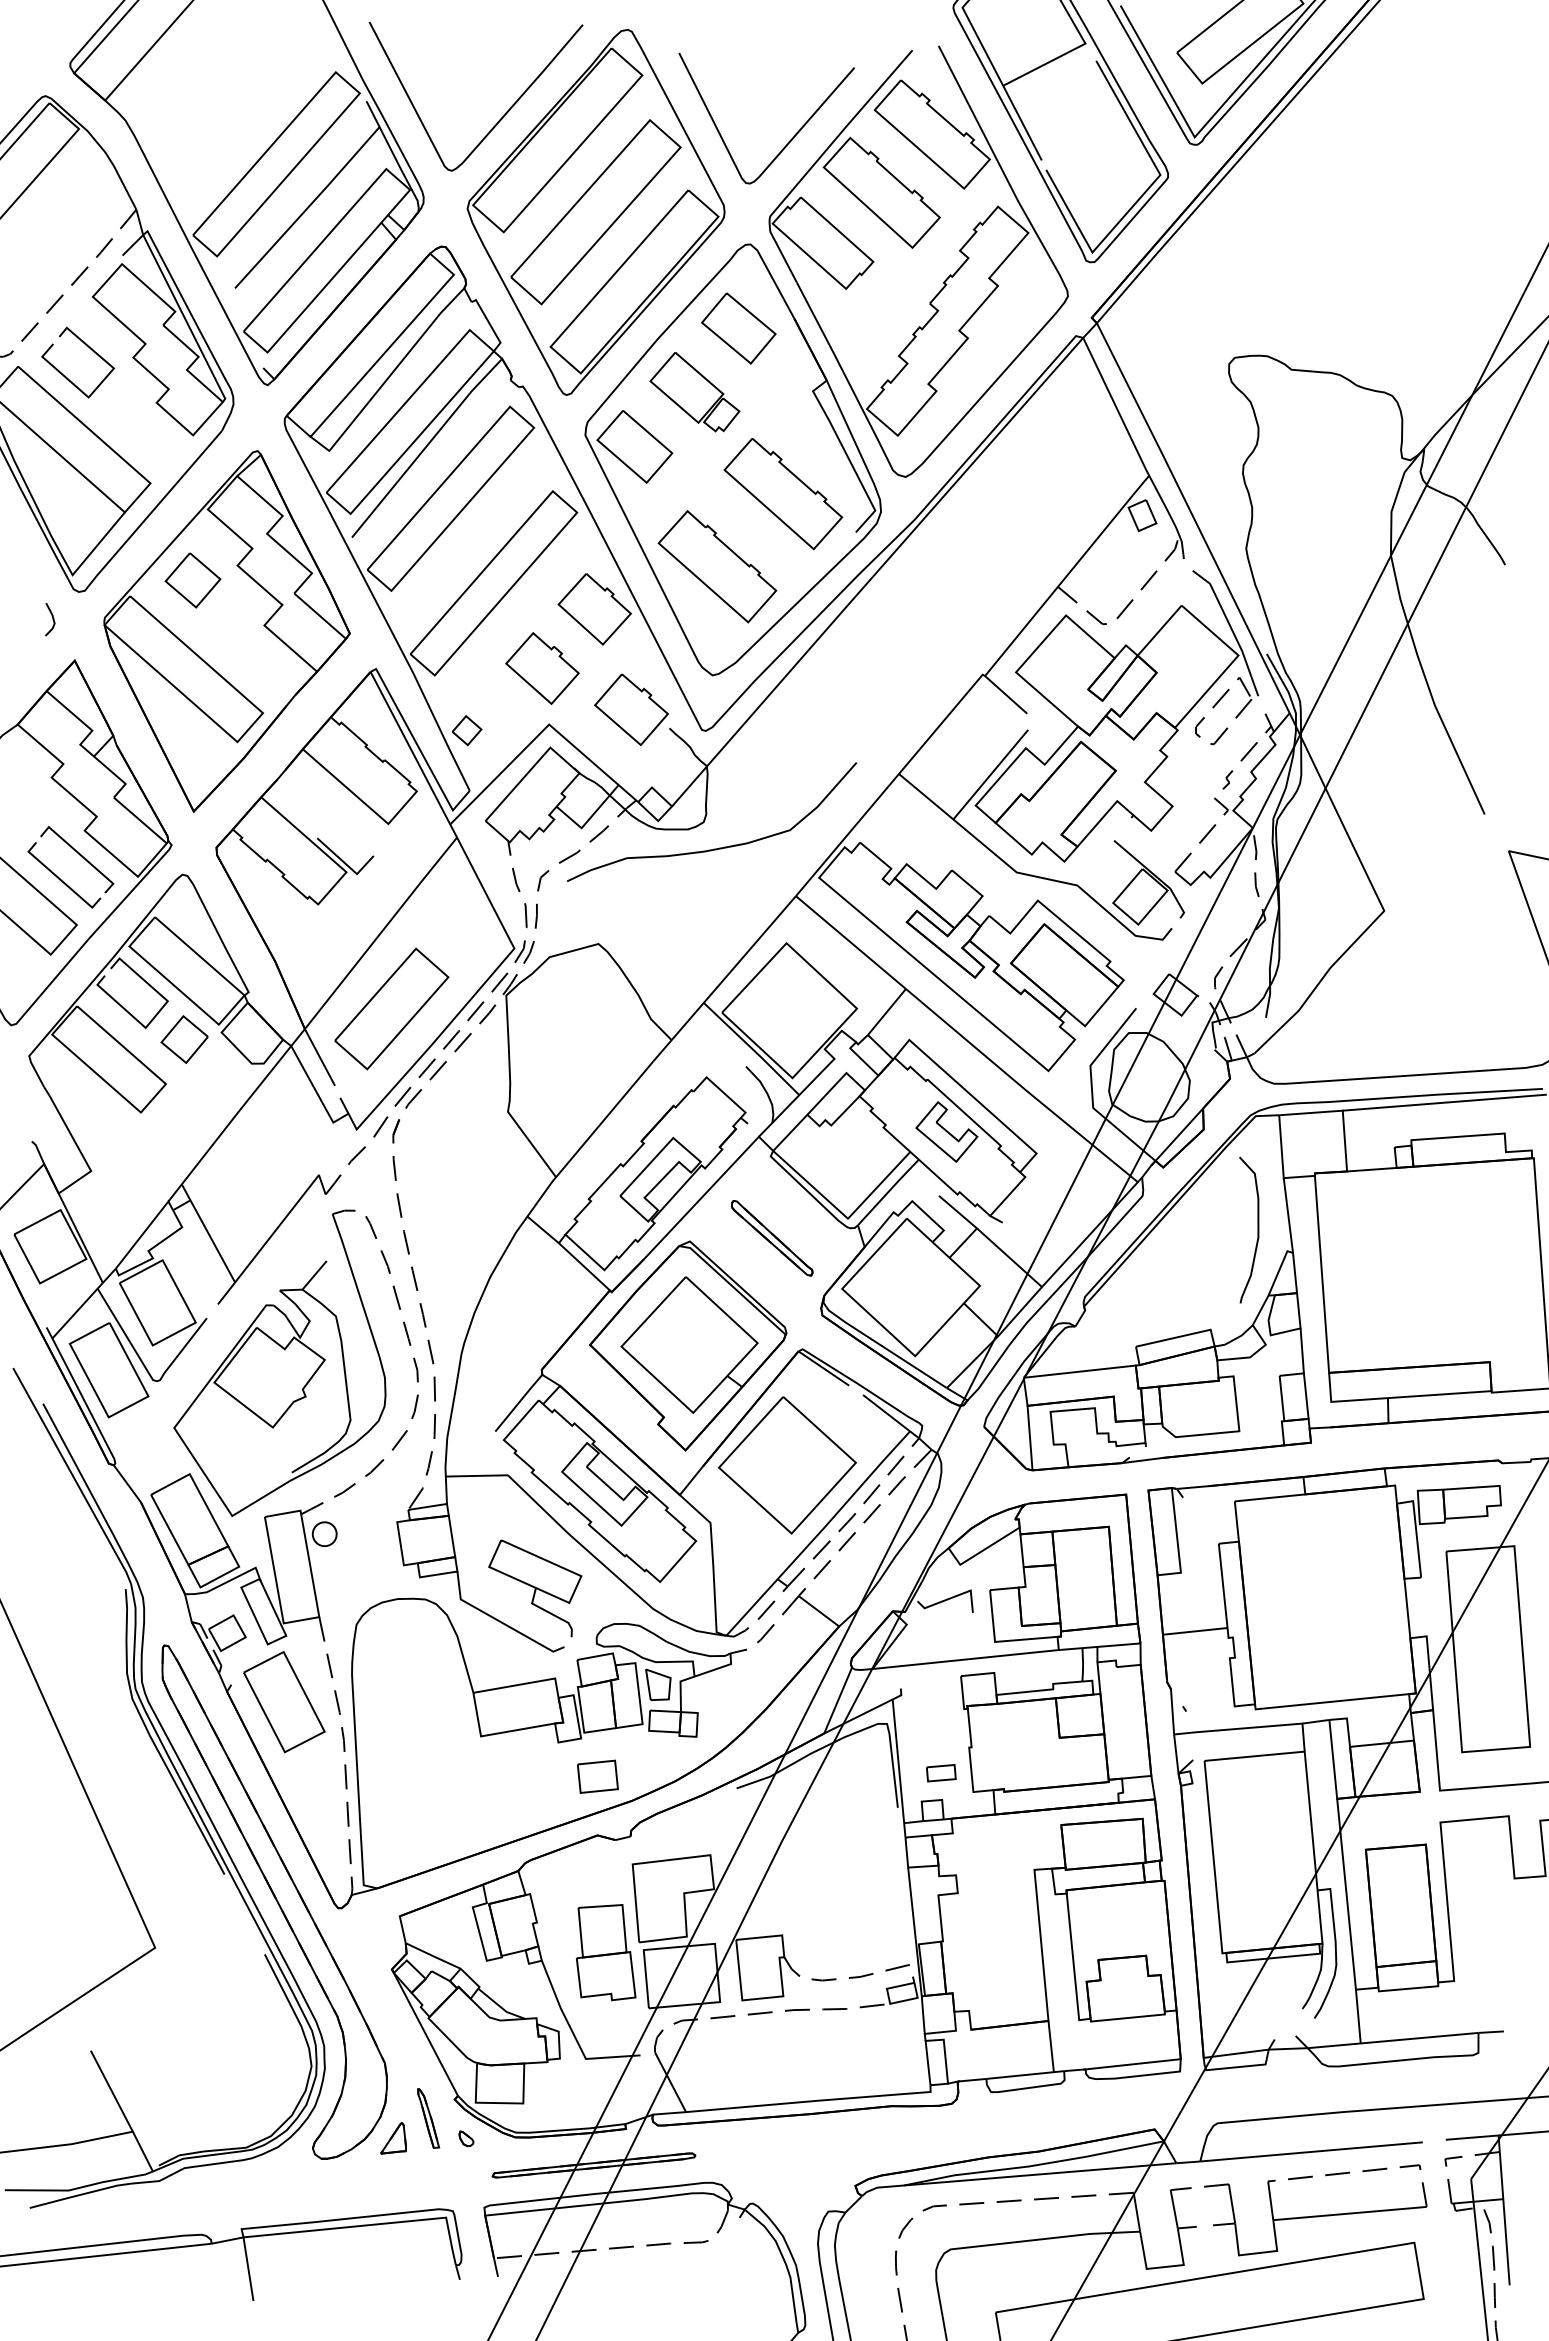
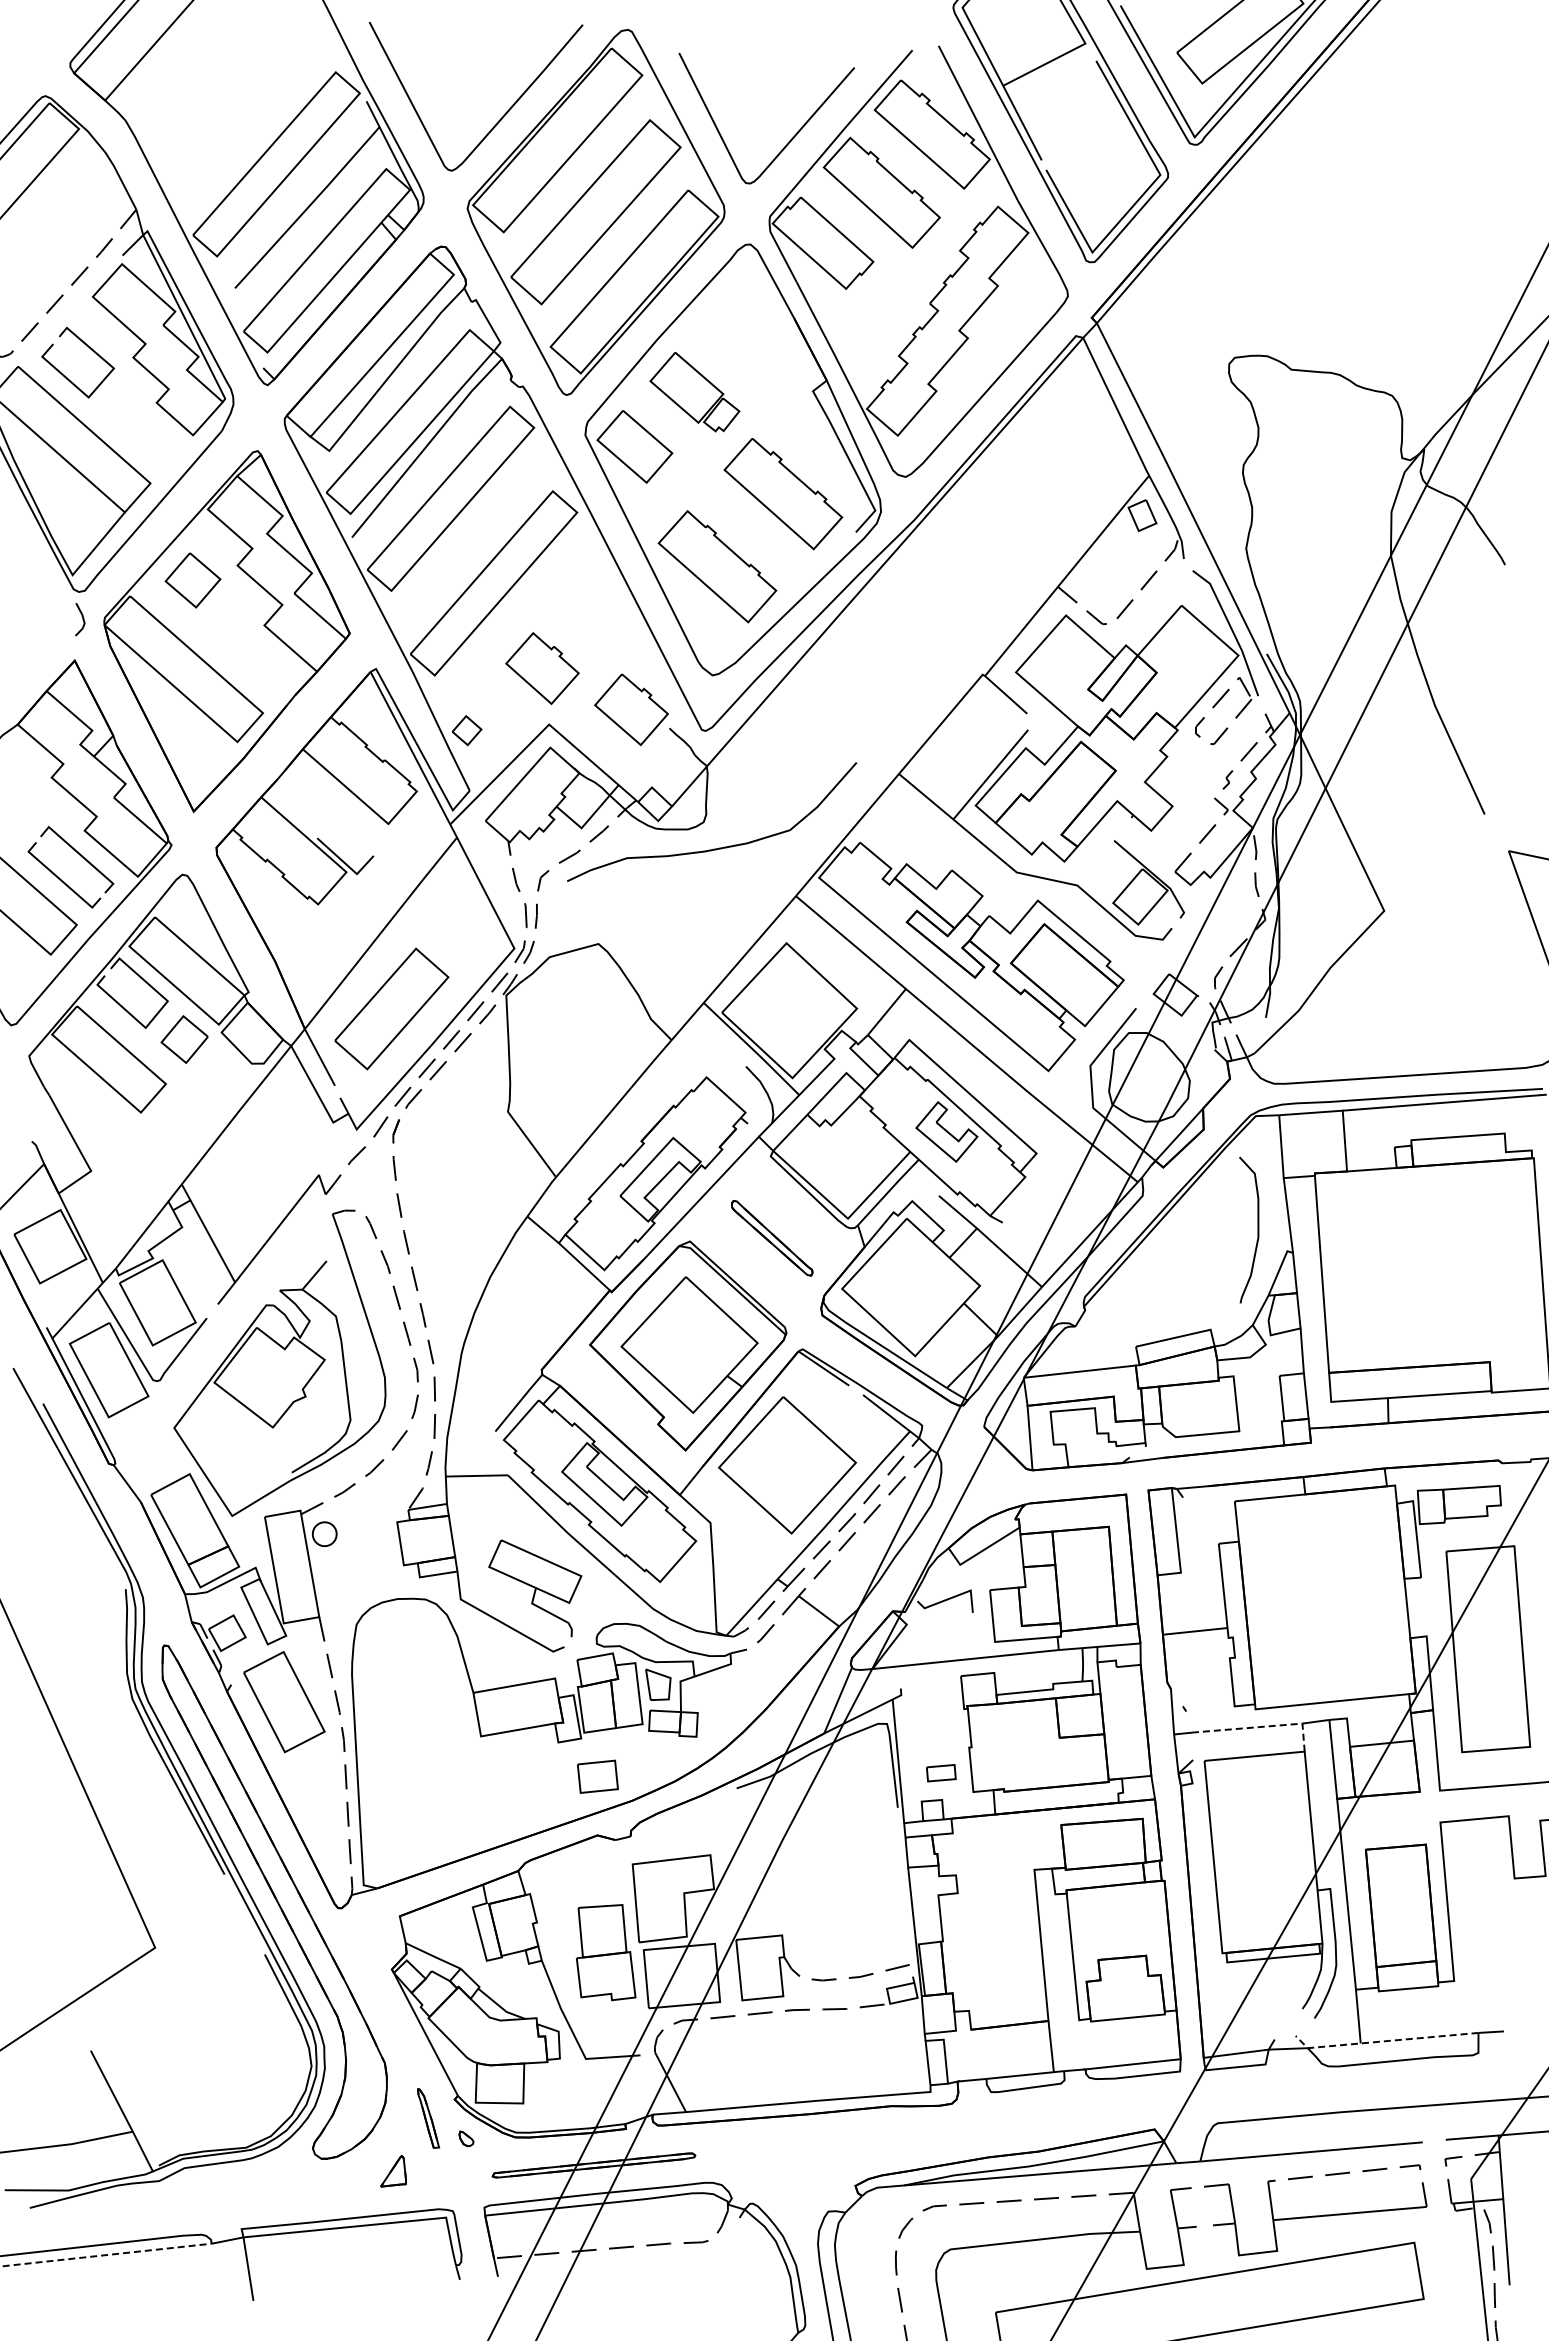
part at (738, 328): present -> none
part at (594, 609): present -> none
line at (52, 619) position: (52, 619) -> (82, 619)
line at (1263, 1726): solid -> dashed
line at (1383, 2041): solid -> dashed
part at (393, 2138) position: (393, 2138) -> (393, 2171)
line at (106, 2255): solid -> dashed
